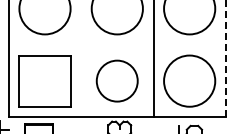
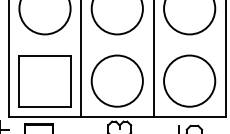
line at (225, 58): dashed -> solid
line at (81, 59): none -> present
circle at (116, 80) size: 44x44 px -> 54x54 px
